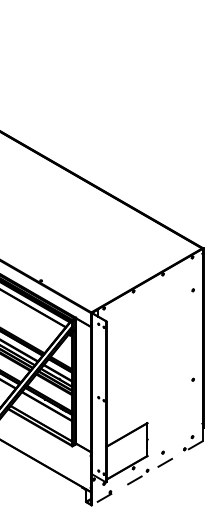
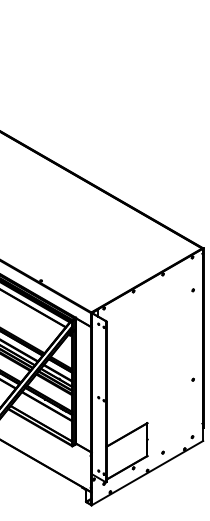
line at (146, 473): dashed -> solid
